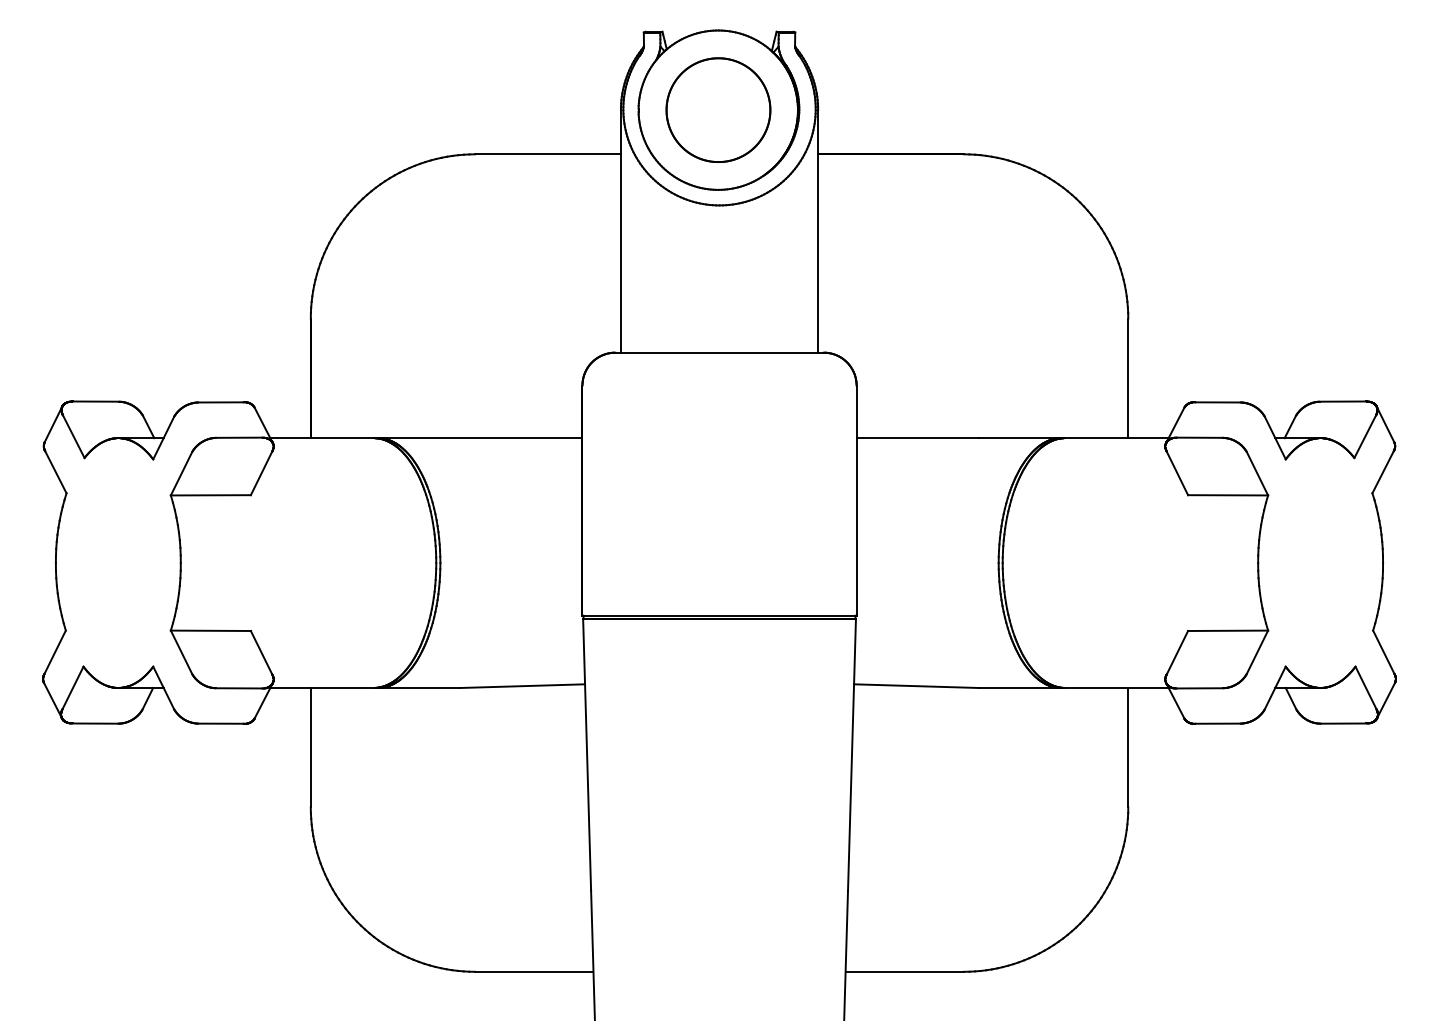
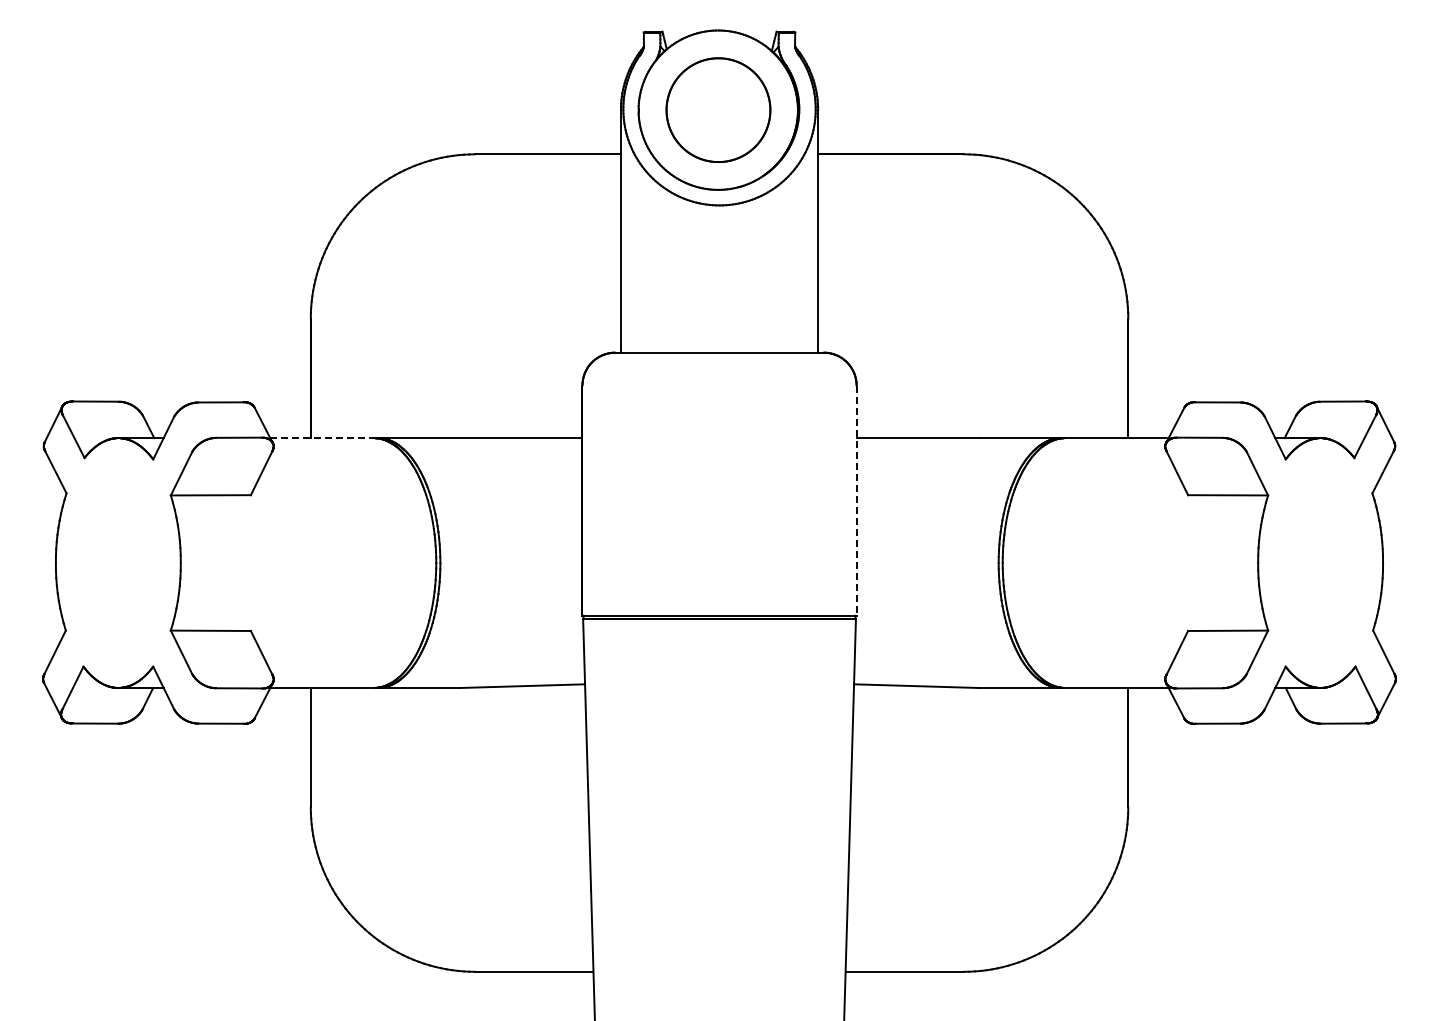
line at (322, 438): solid -> dashed
line at (856, 501): solid -> dashed
